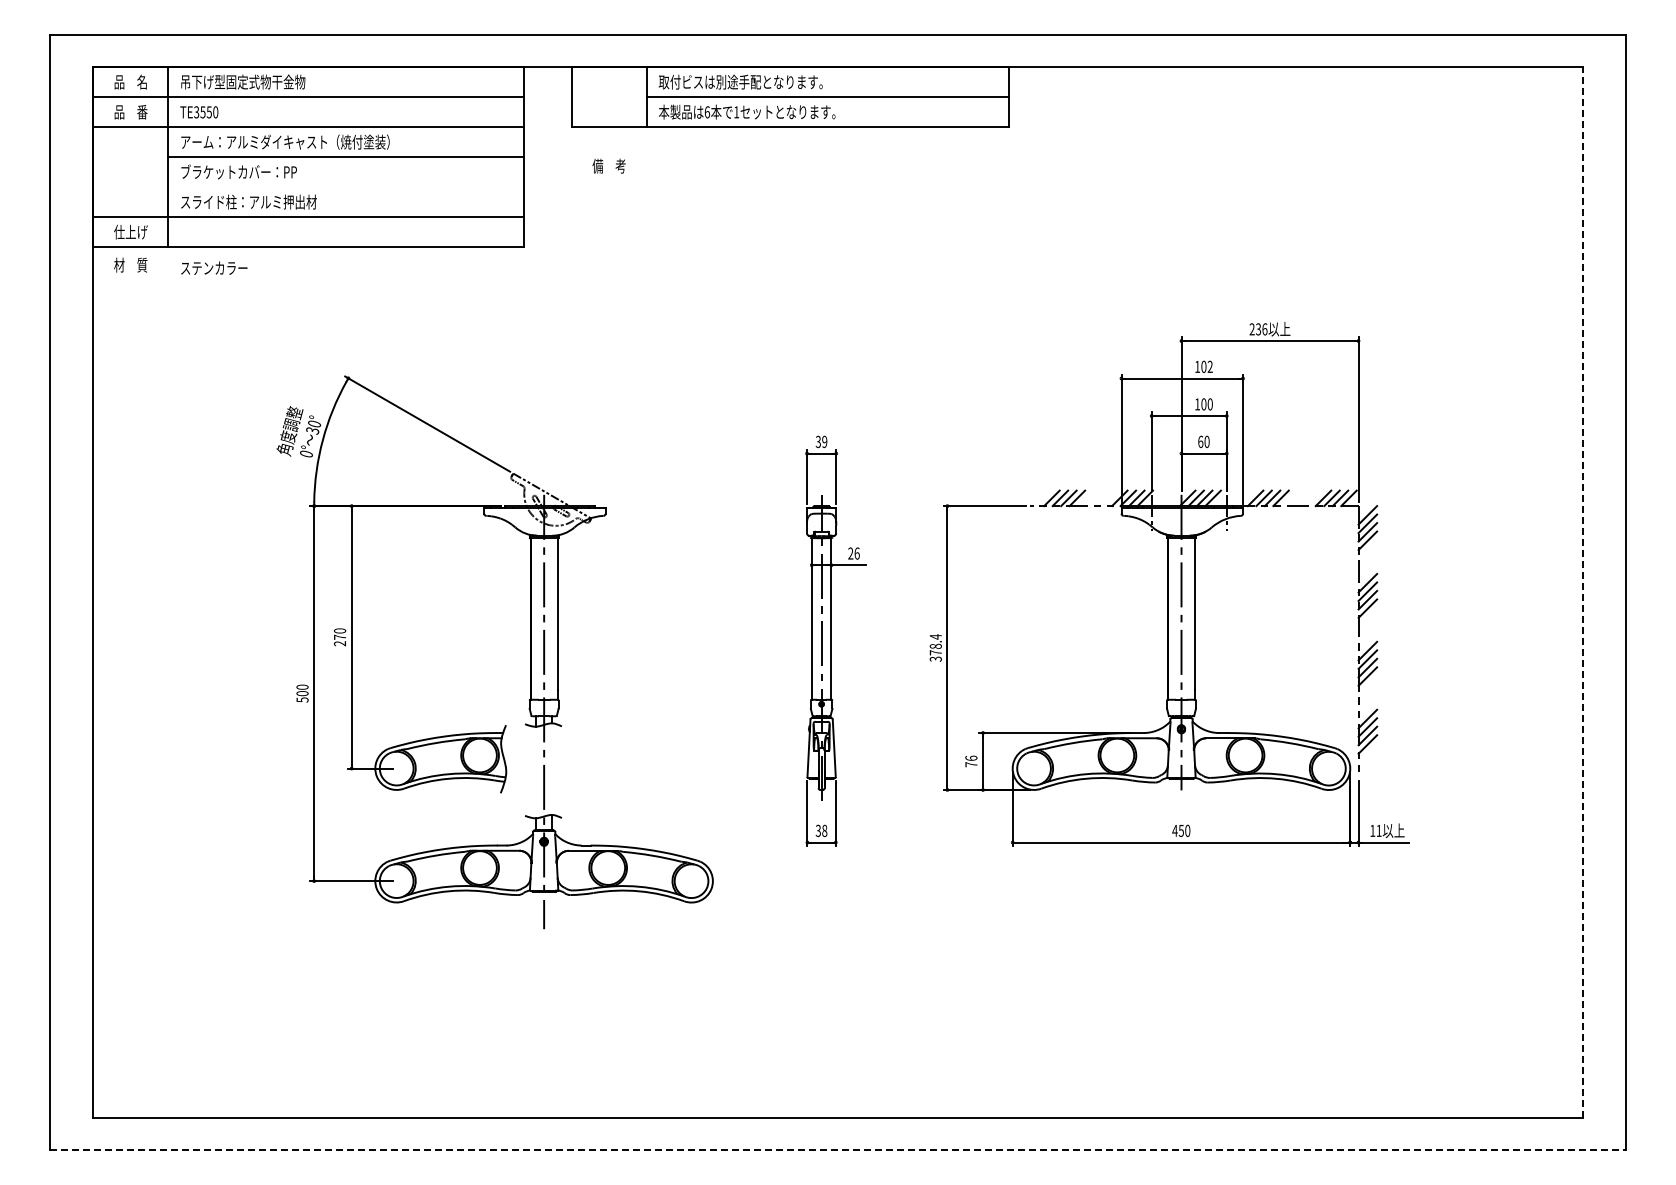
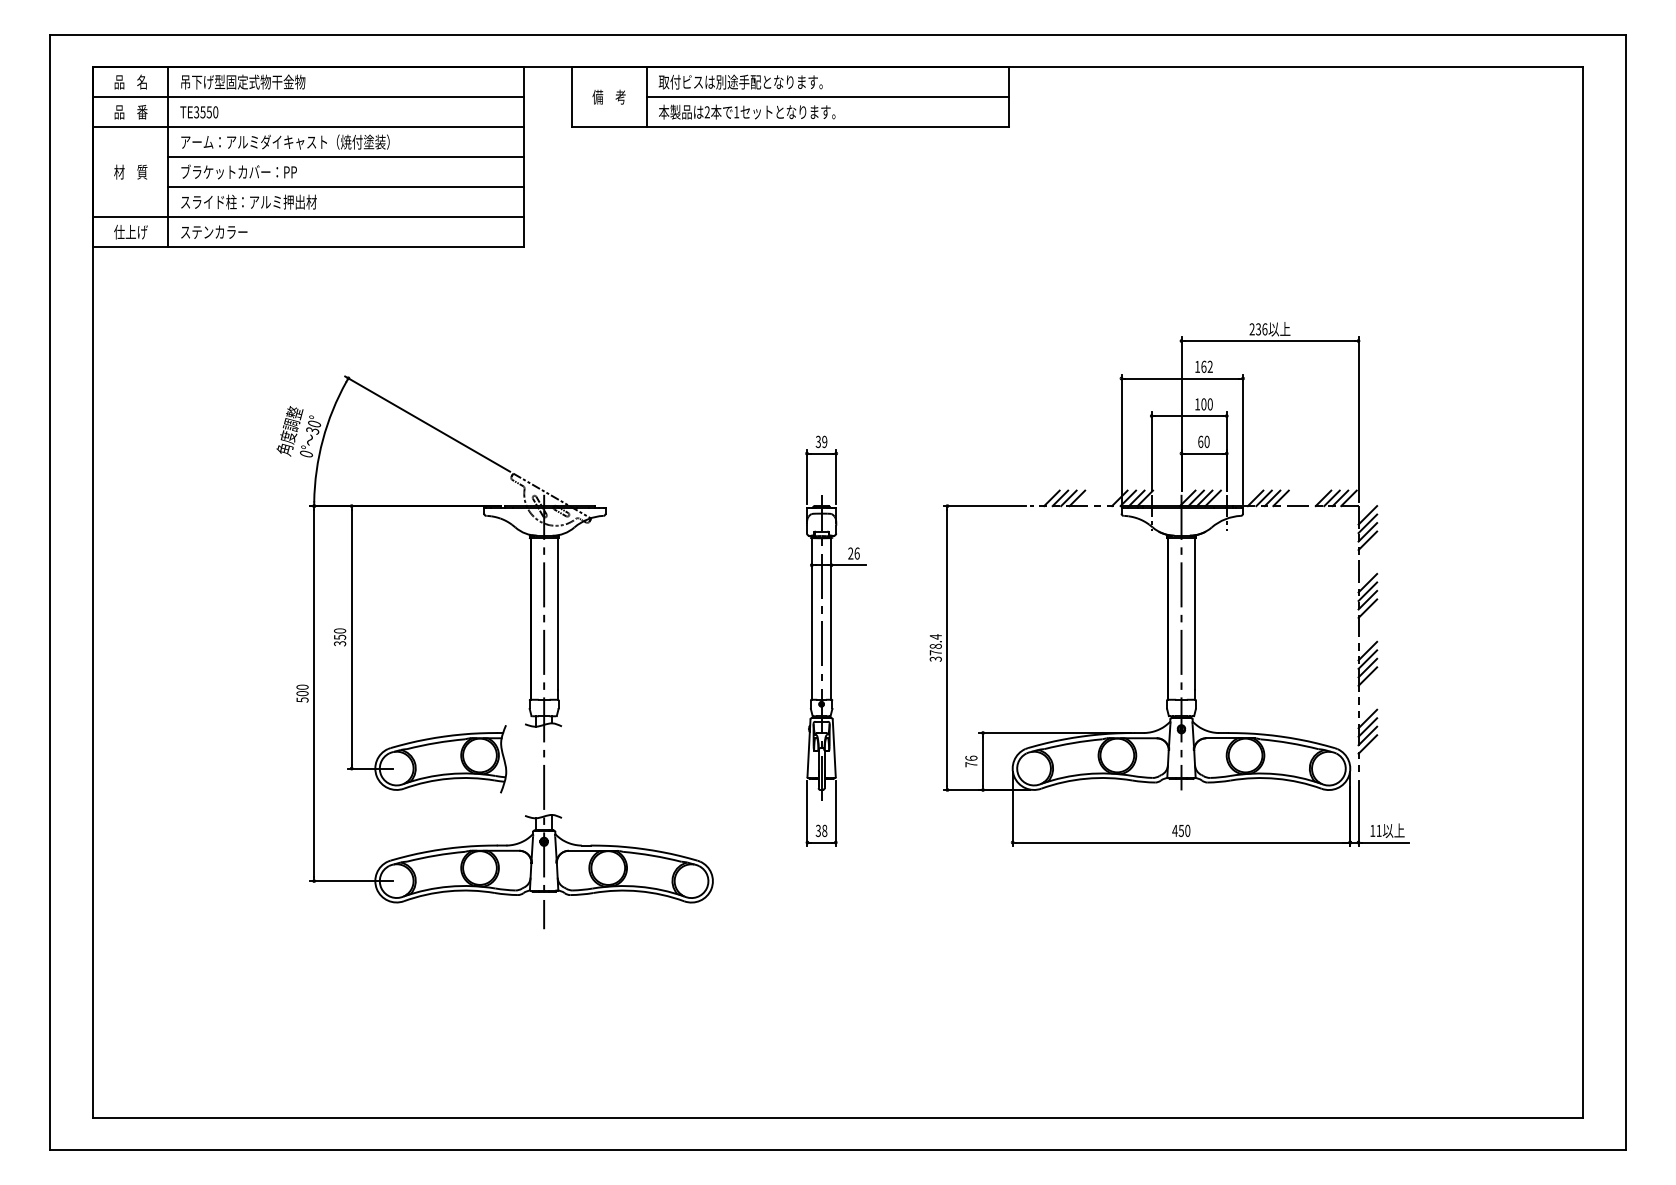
text at (706, 112): 6 -> 2
text at (608, 165) position: (608, 165) -> (608, 96)
line at (346, 187): none -> present
text at (130, 264) position: (130, 264) -> (130, 171)
text at (214, 267) position: (214, 267) -> (214, 231)
text at (1203, 366): 102 -> 162
line at (1582, 592): dashed -> solid
text at (340, 640): 270 -> 350
line at (838, 1149): dashed -> solid
